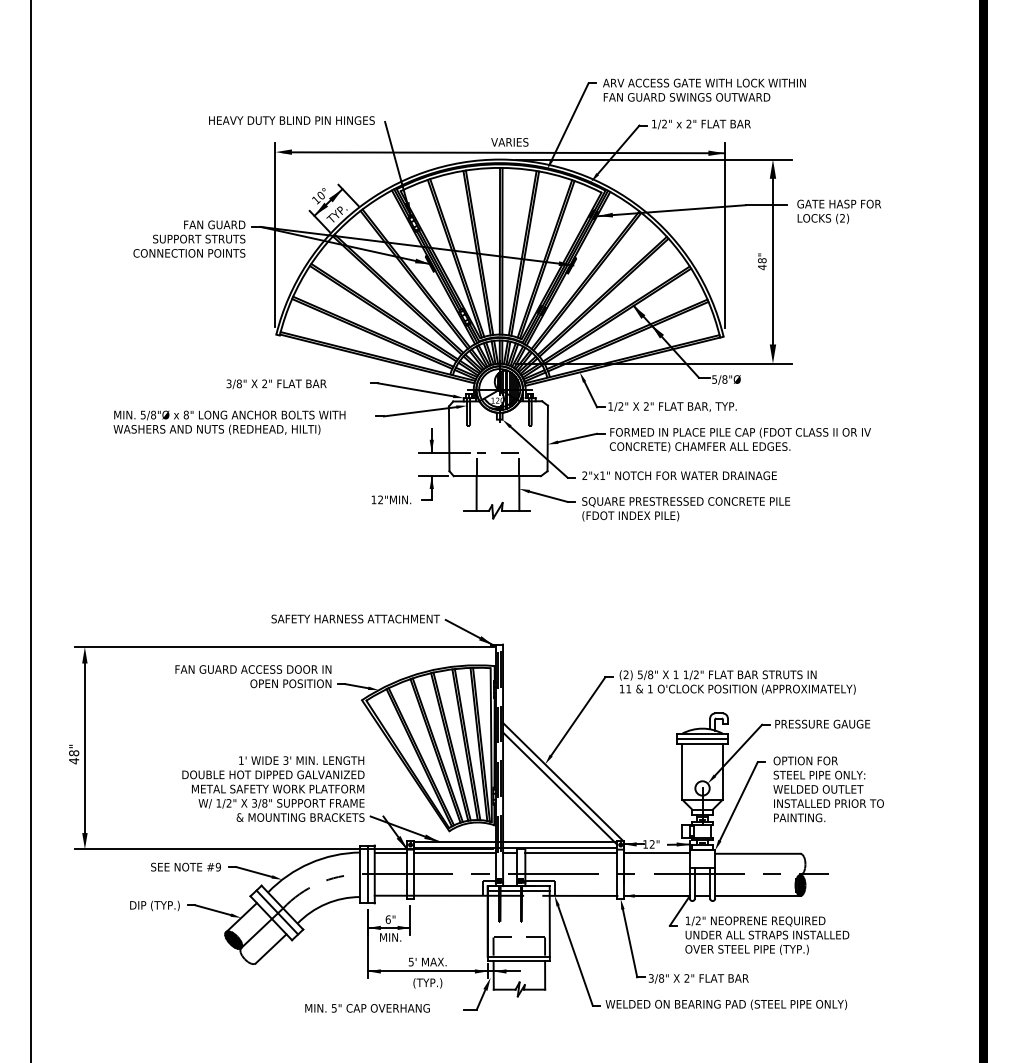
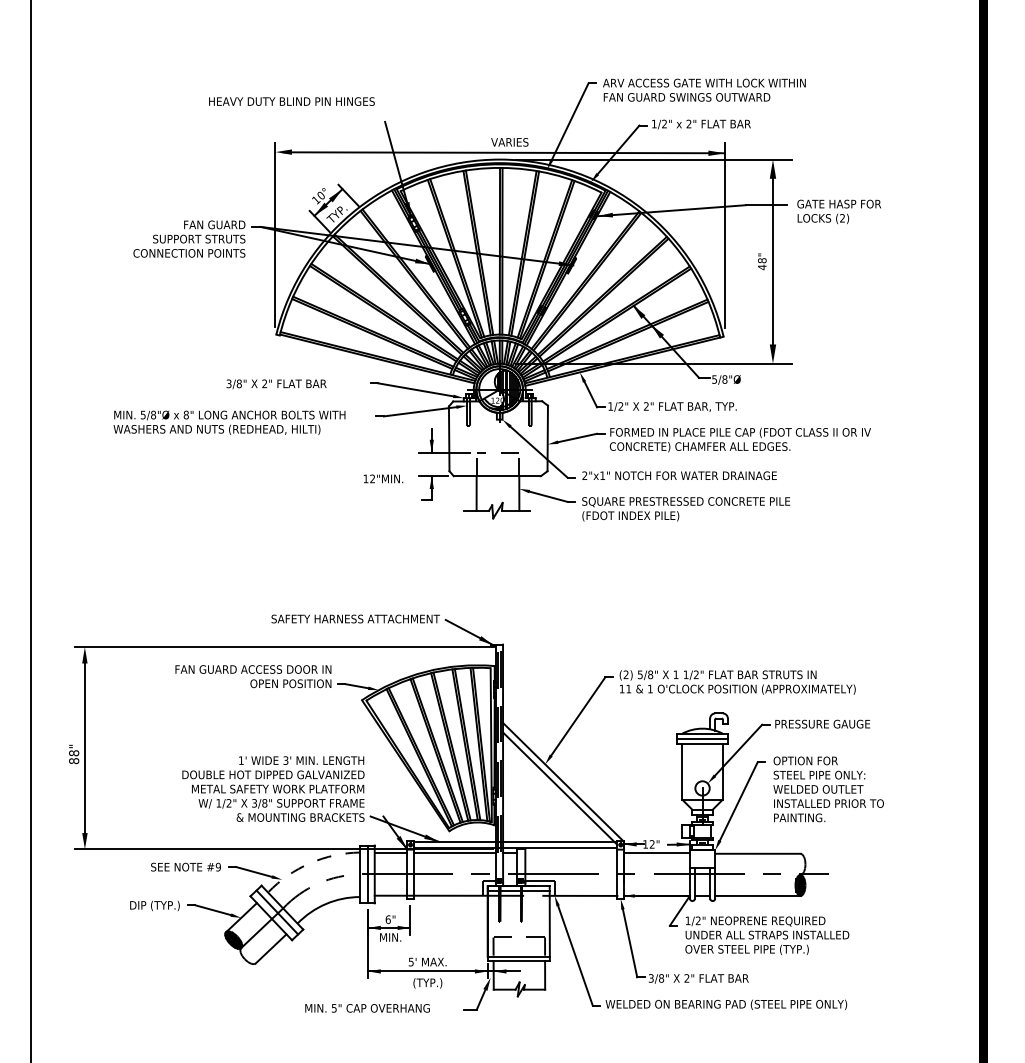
text at (291, 120) position: (291, 120) -> (291, 101)
text at (391, 499) position: (391, 499) -> (383, 478)
text at (74, 761): 48" -> 88"
line at (571, 852): present -> none
arc at (310, 863): solid -> dashed
